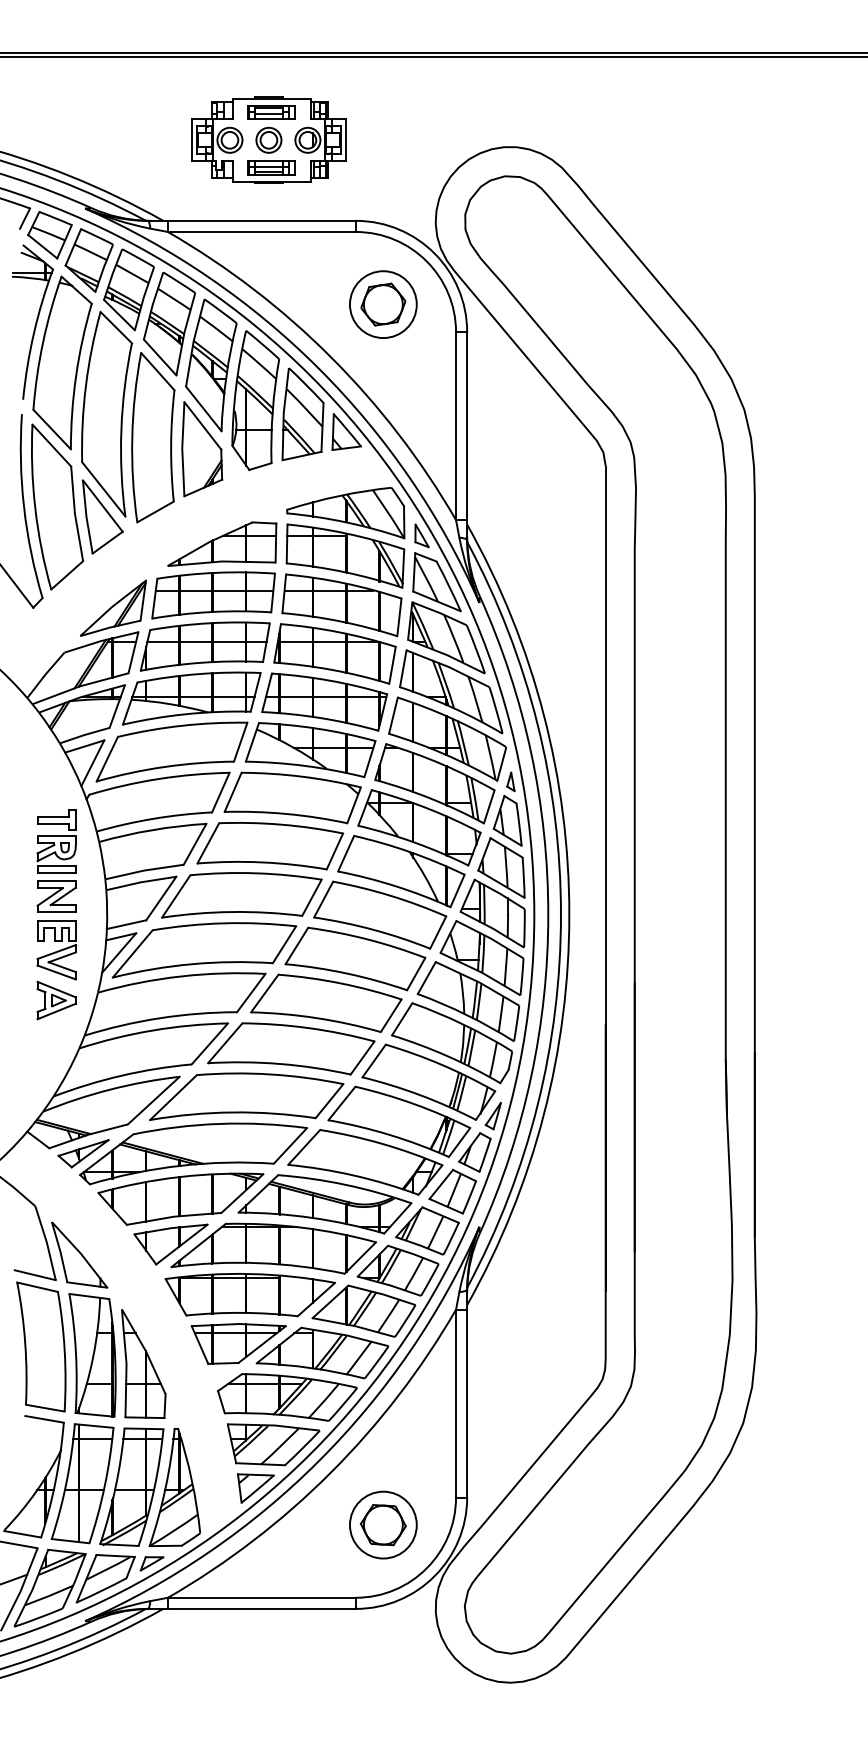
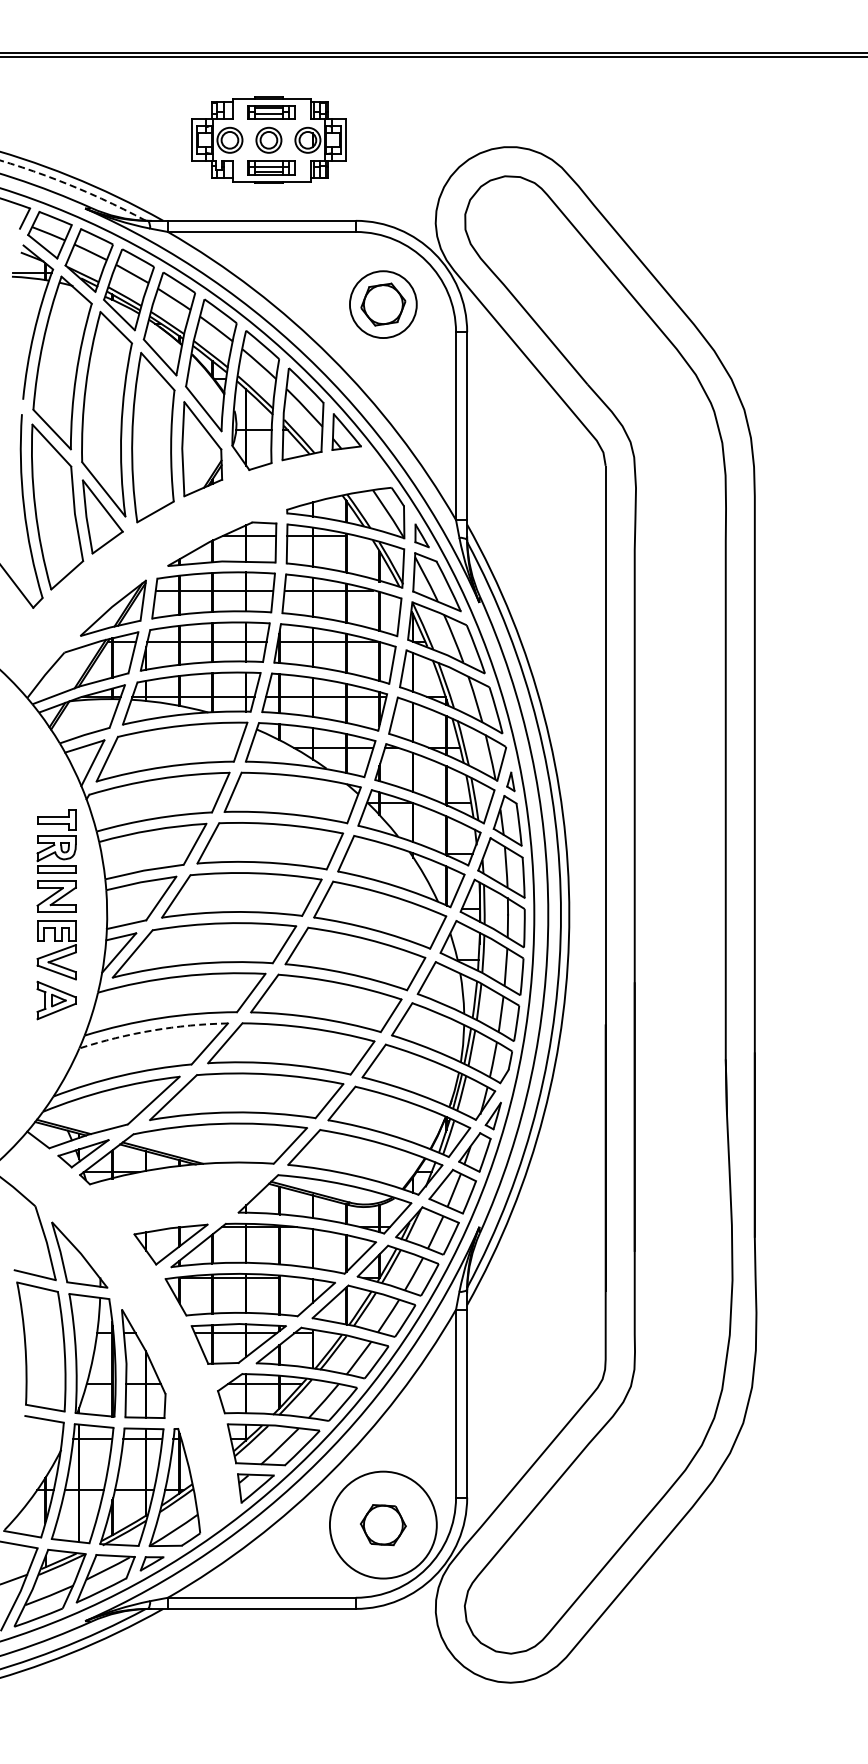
arc at (73, 186): solid -> dashed
arc at (152, 1030): solid -> dashed
part at (180, 1198): present -> none
circle at (382, 1524) diameter: 67 px -> 107 px
